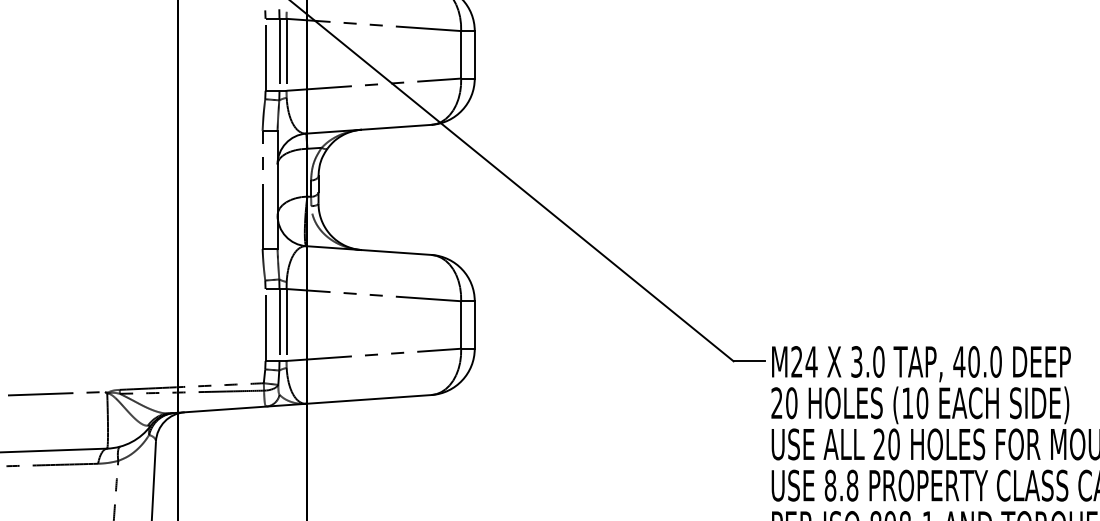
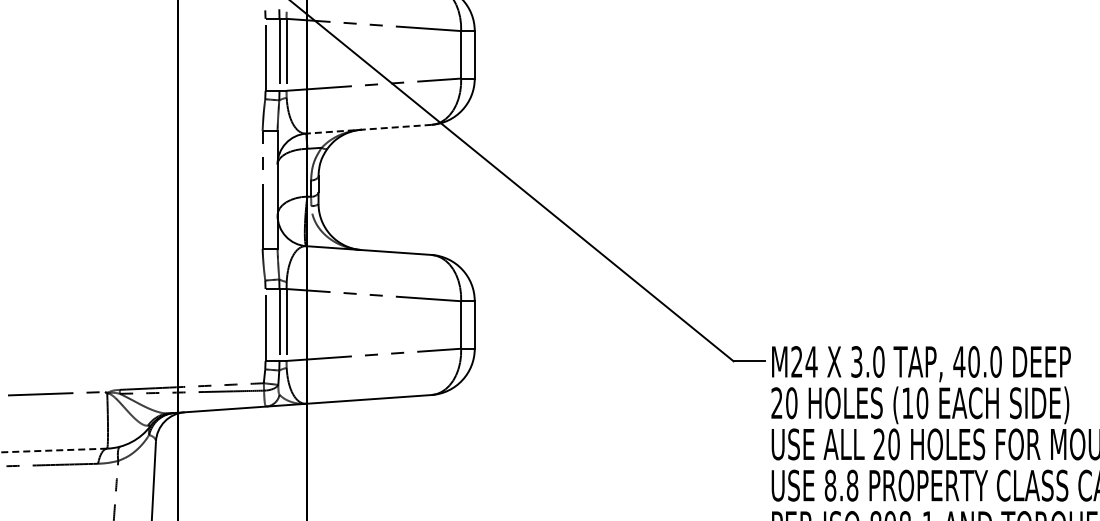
line at (368, 129): solid -> dashed
line at (53, 450): solid -> dashed
